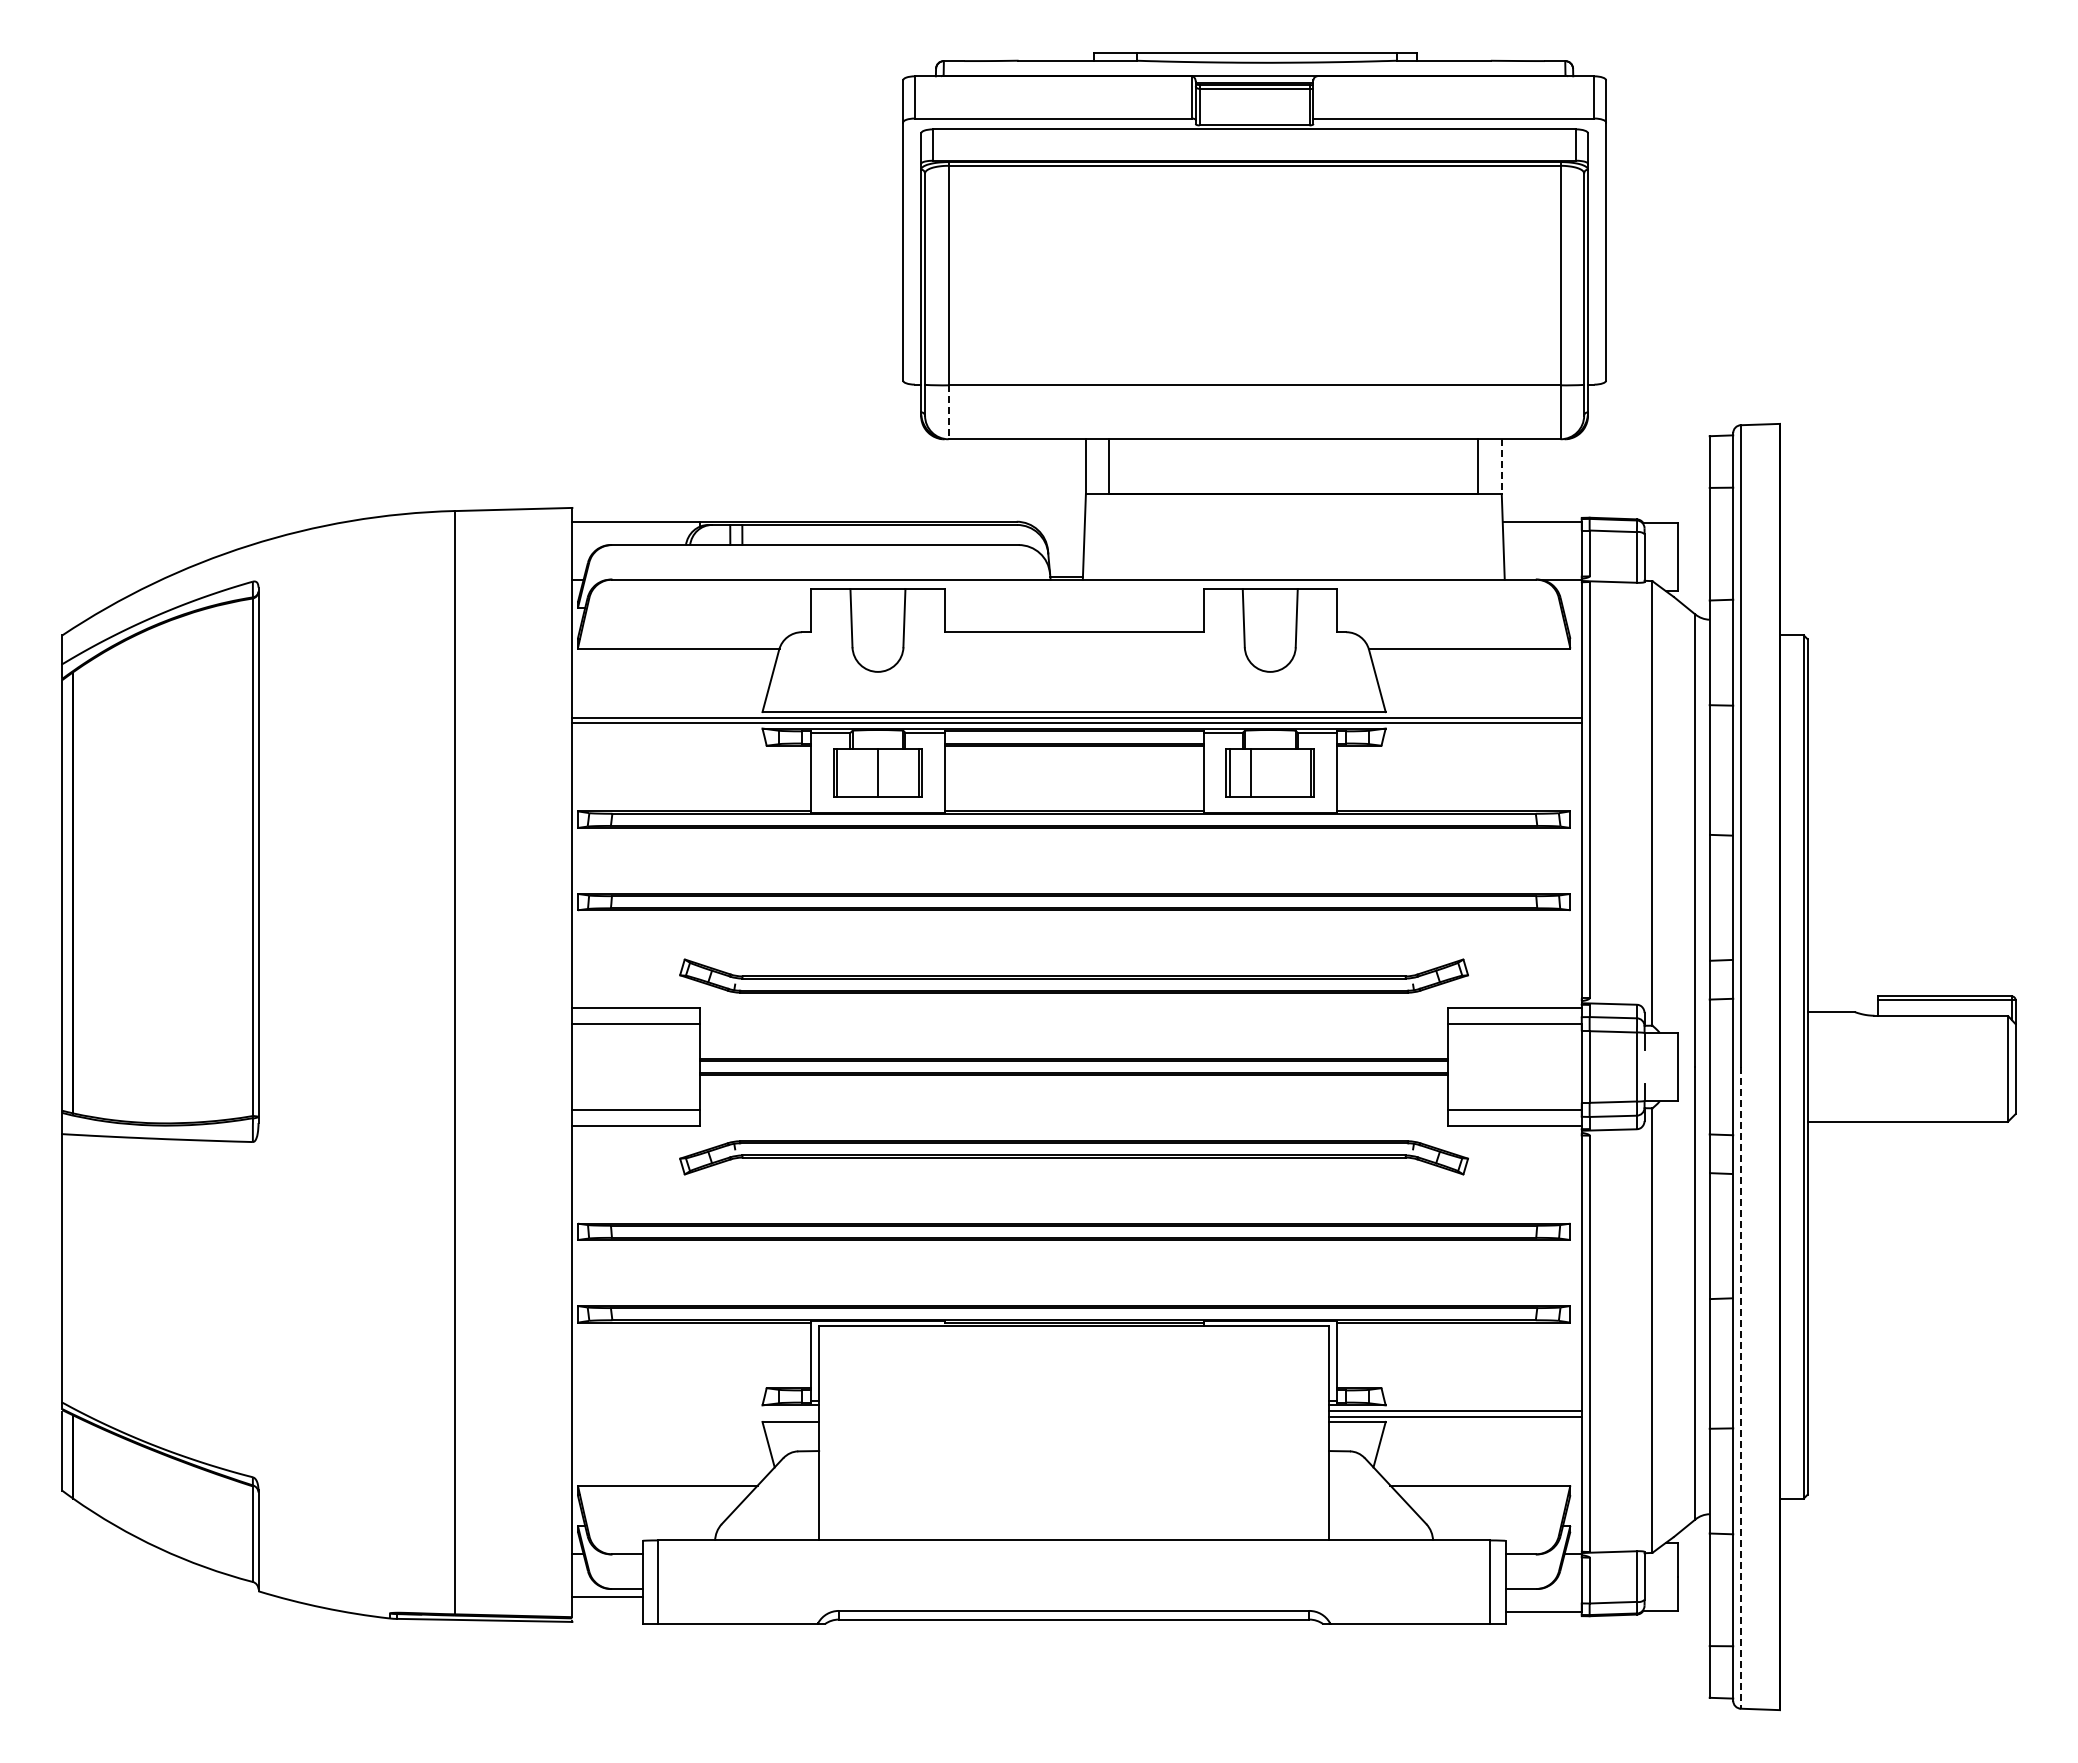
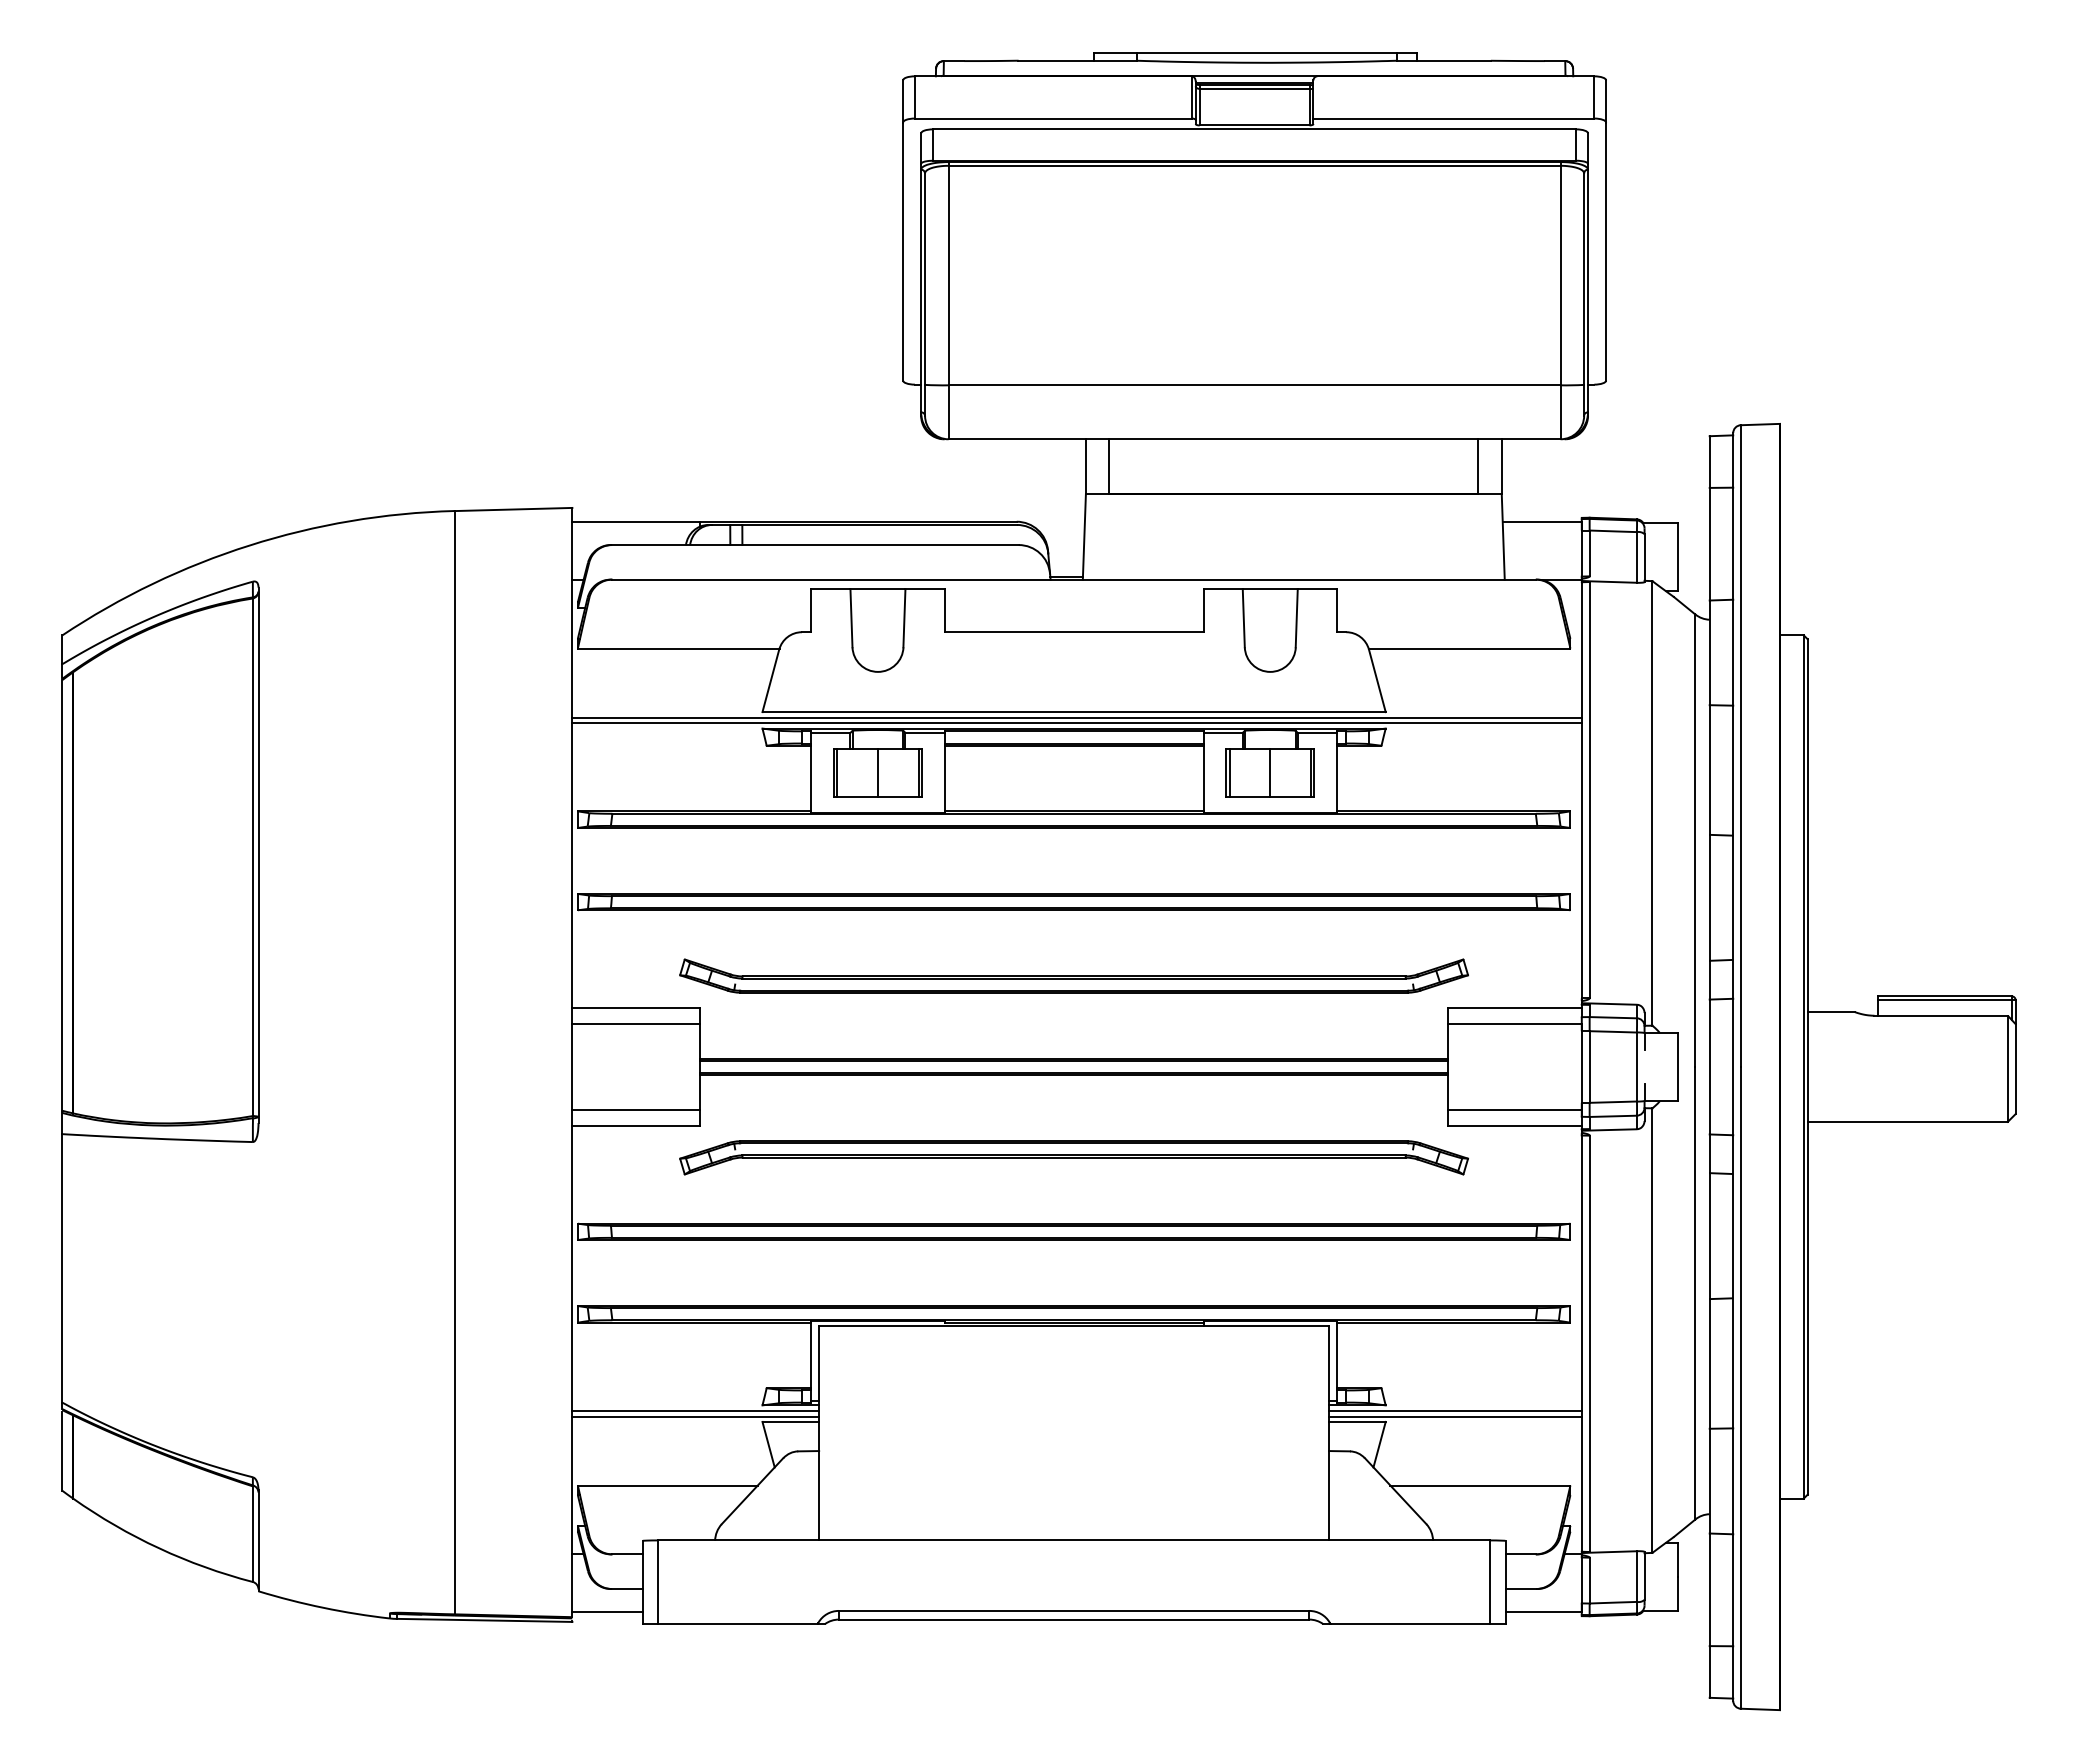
line at (948, 412): dashed -> solid
line at (1501, 467): dashed -> solid
line at (1251, 773) position: (1251, 773) -> (1270, 773)
line at (1740, 1387): dashed -> solid
line at (695, 1410): none -> present
line at (695, 1416): none -> present
line at (607, 1597) position: (607, 1597) -> (607, 1612)
